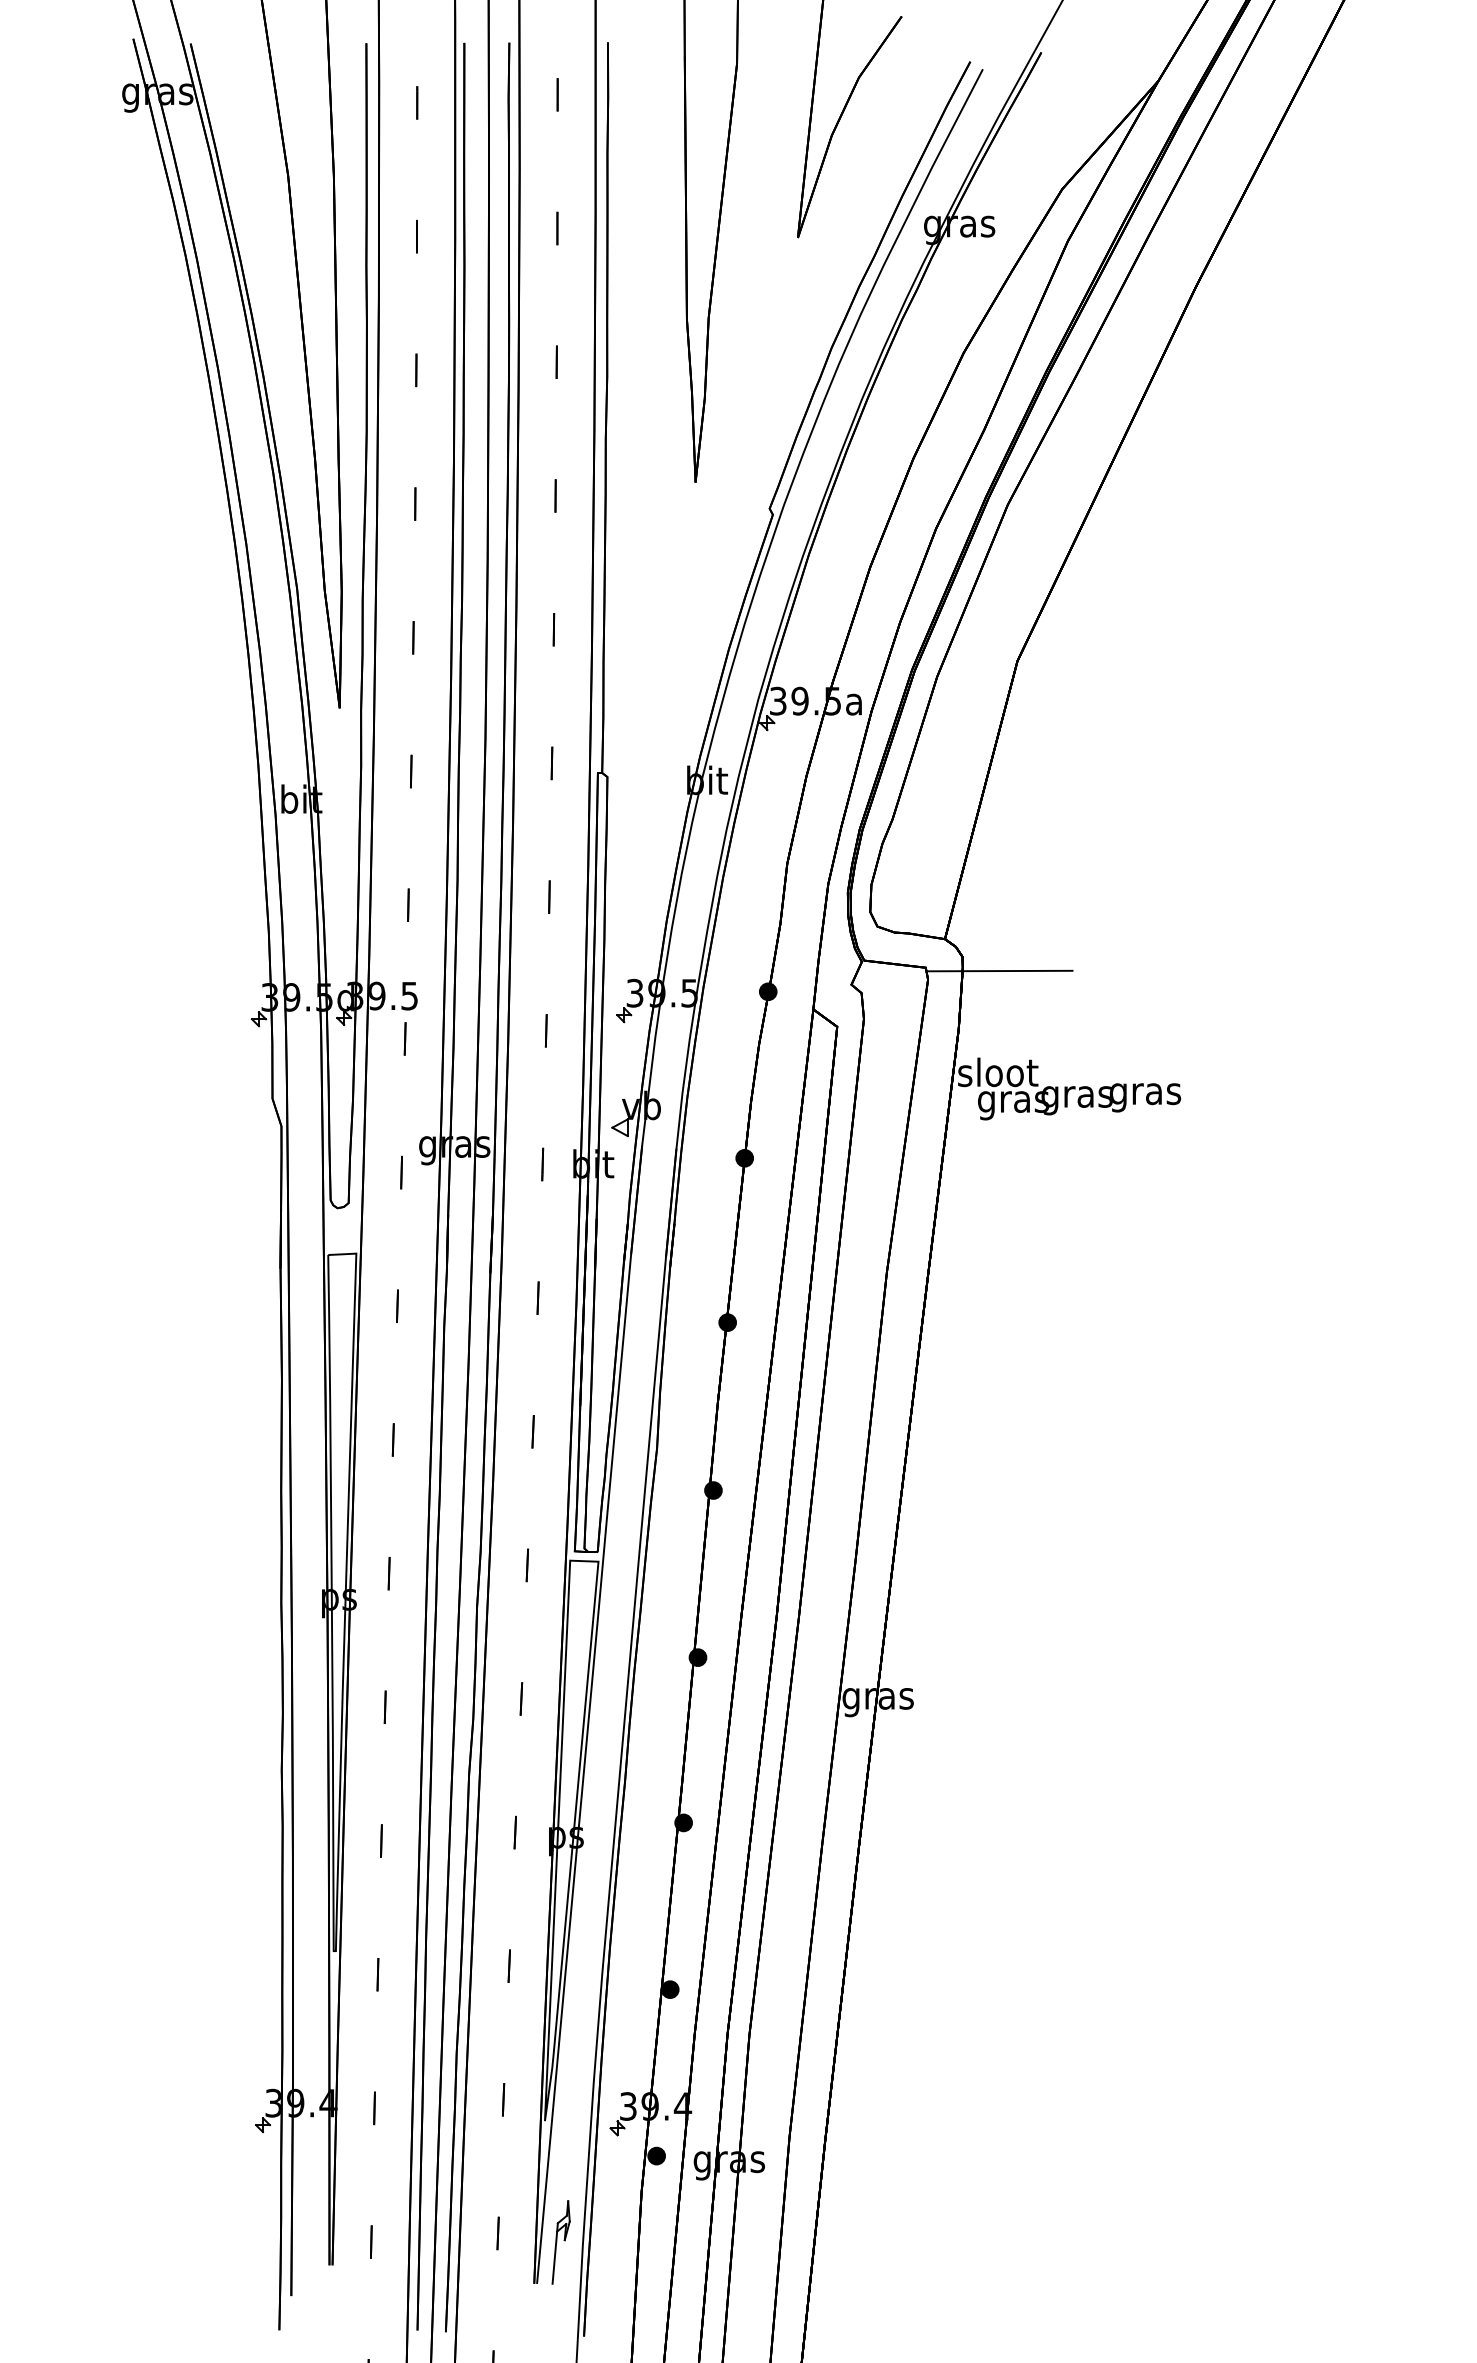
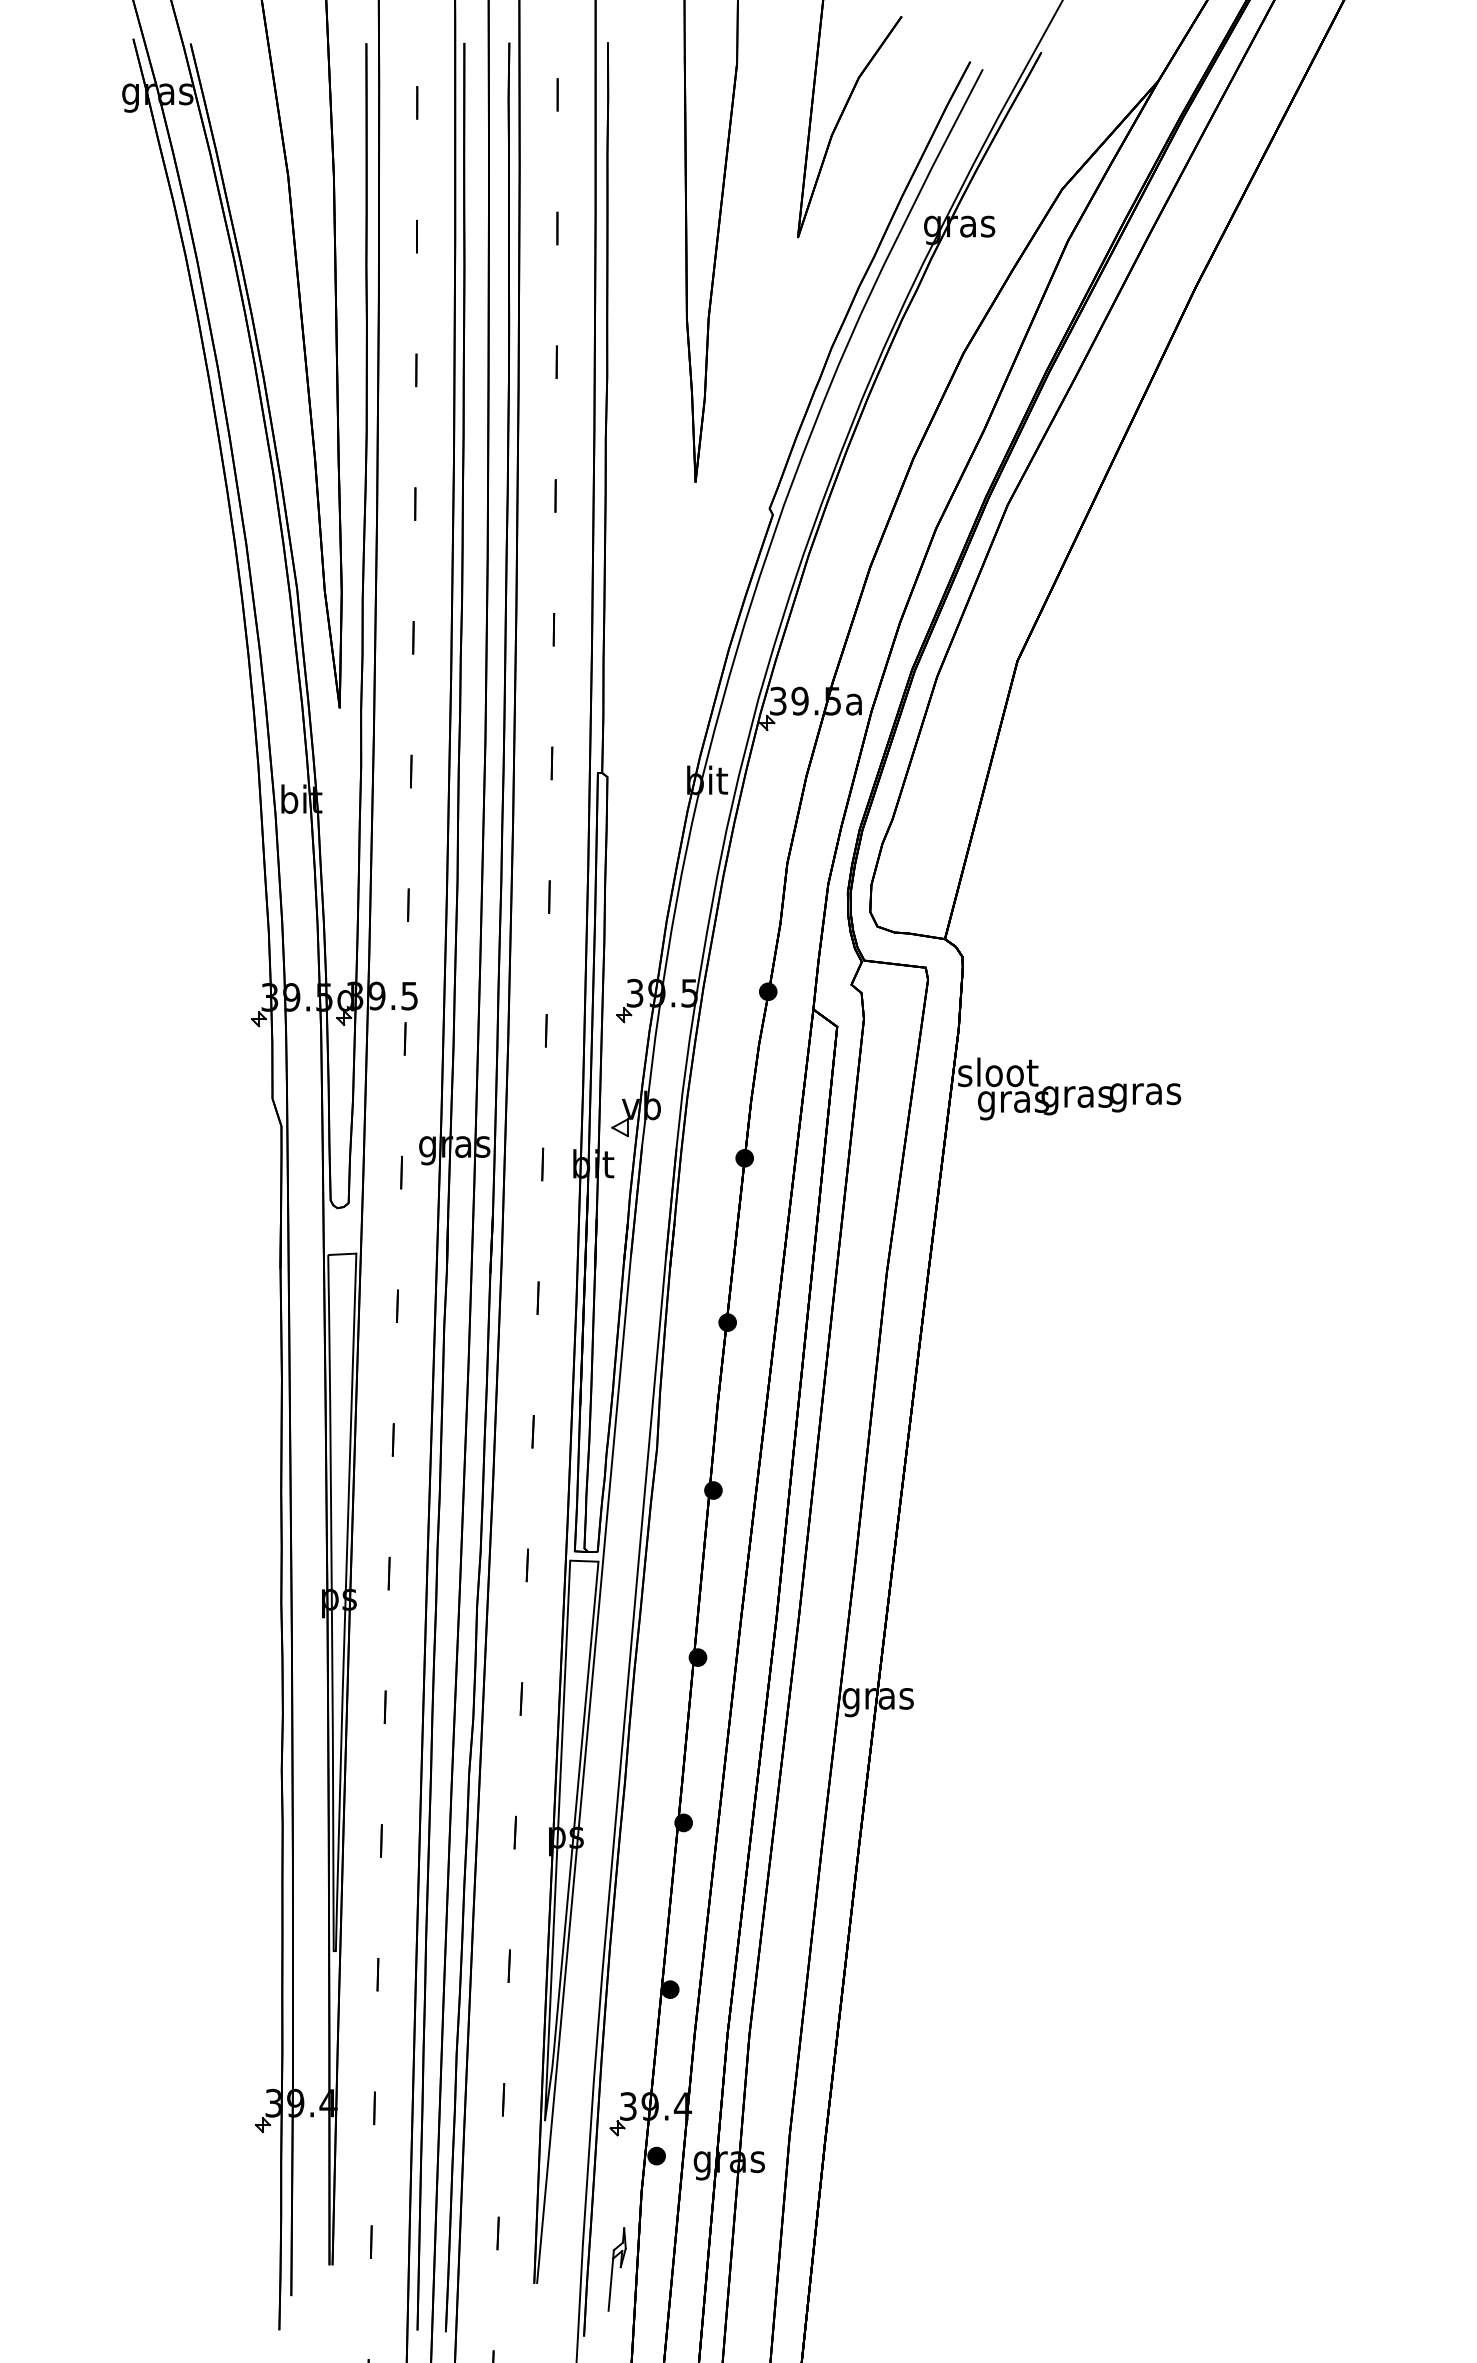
line at (999, 970): present -> none
part at (560, 2242) position: (560, 2242) -> (616, 2269)
